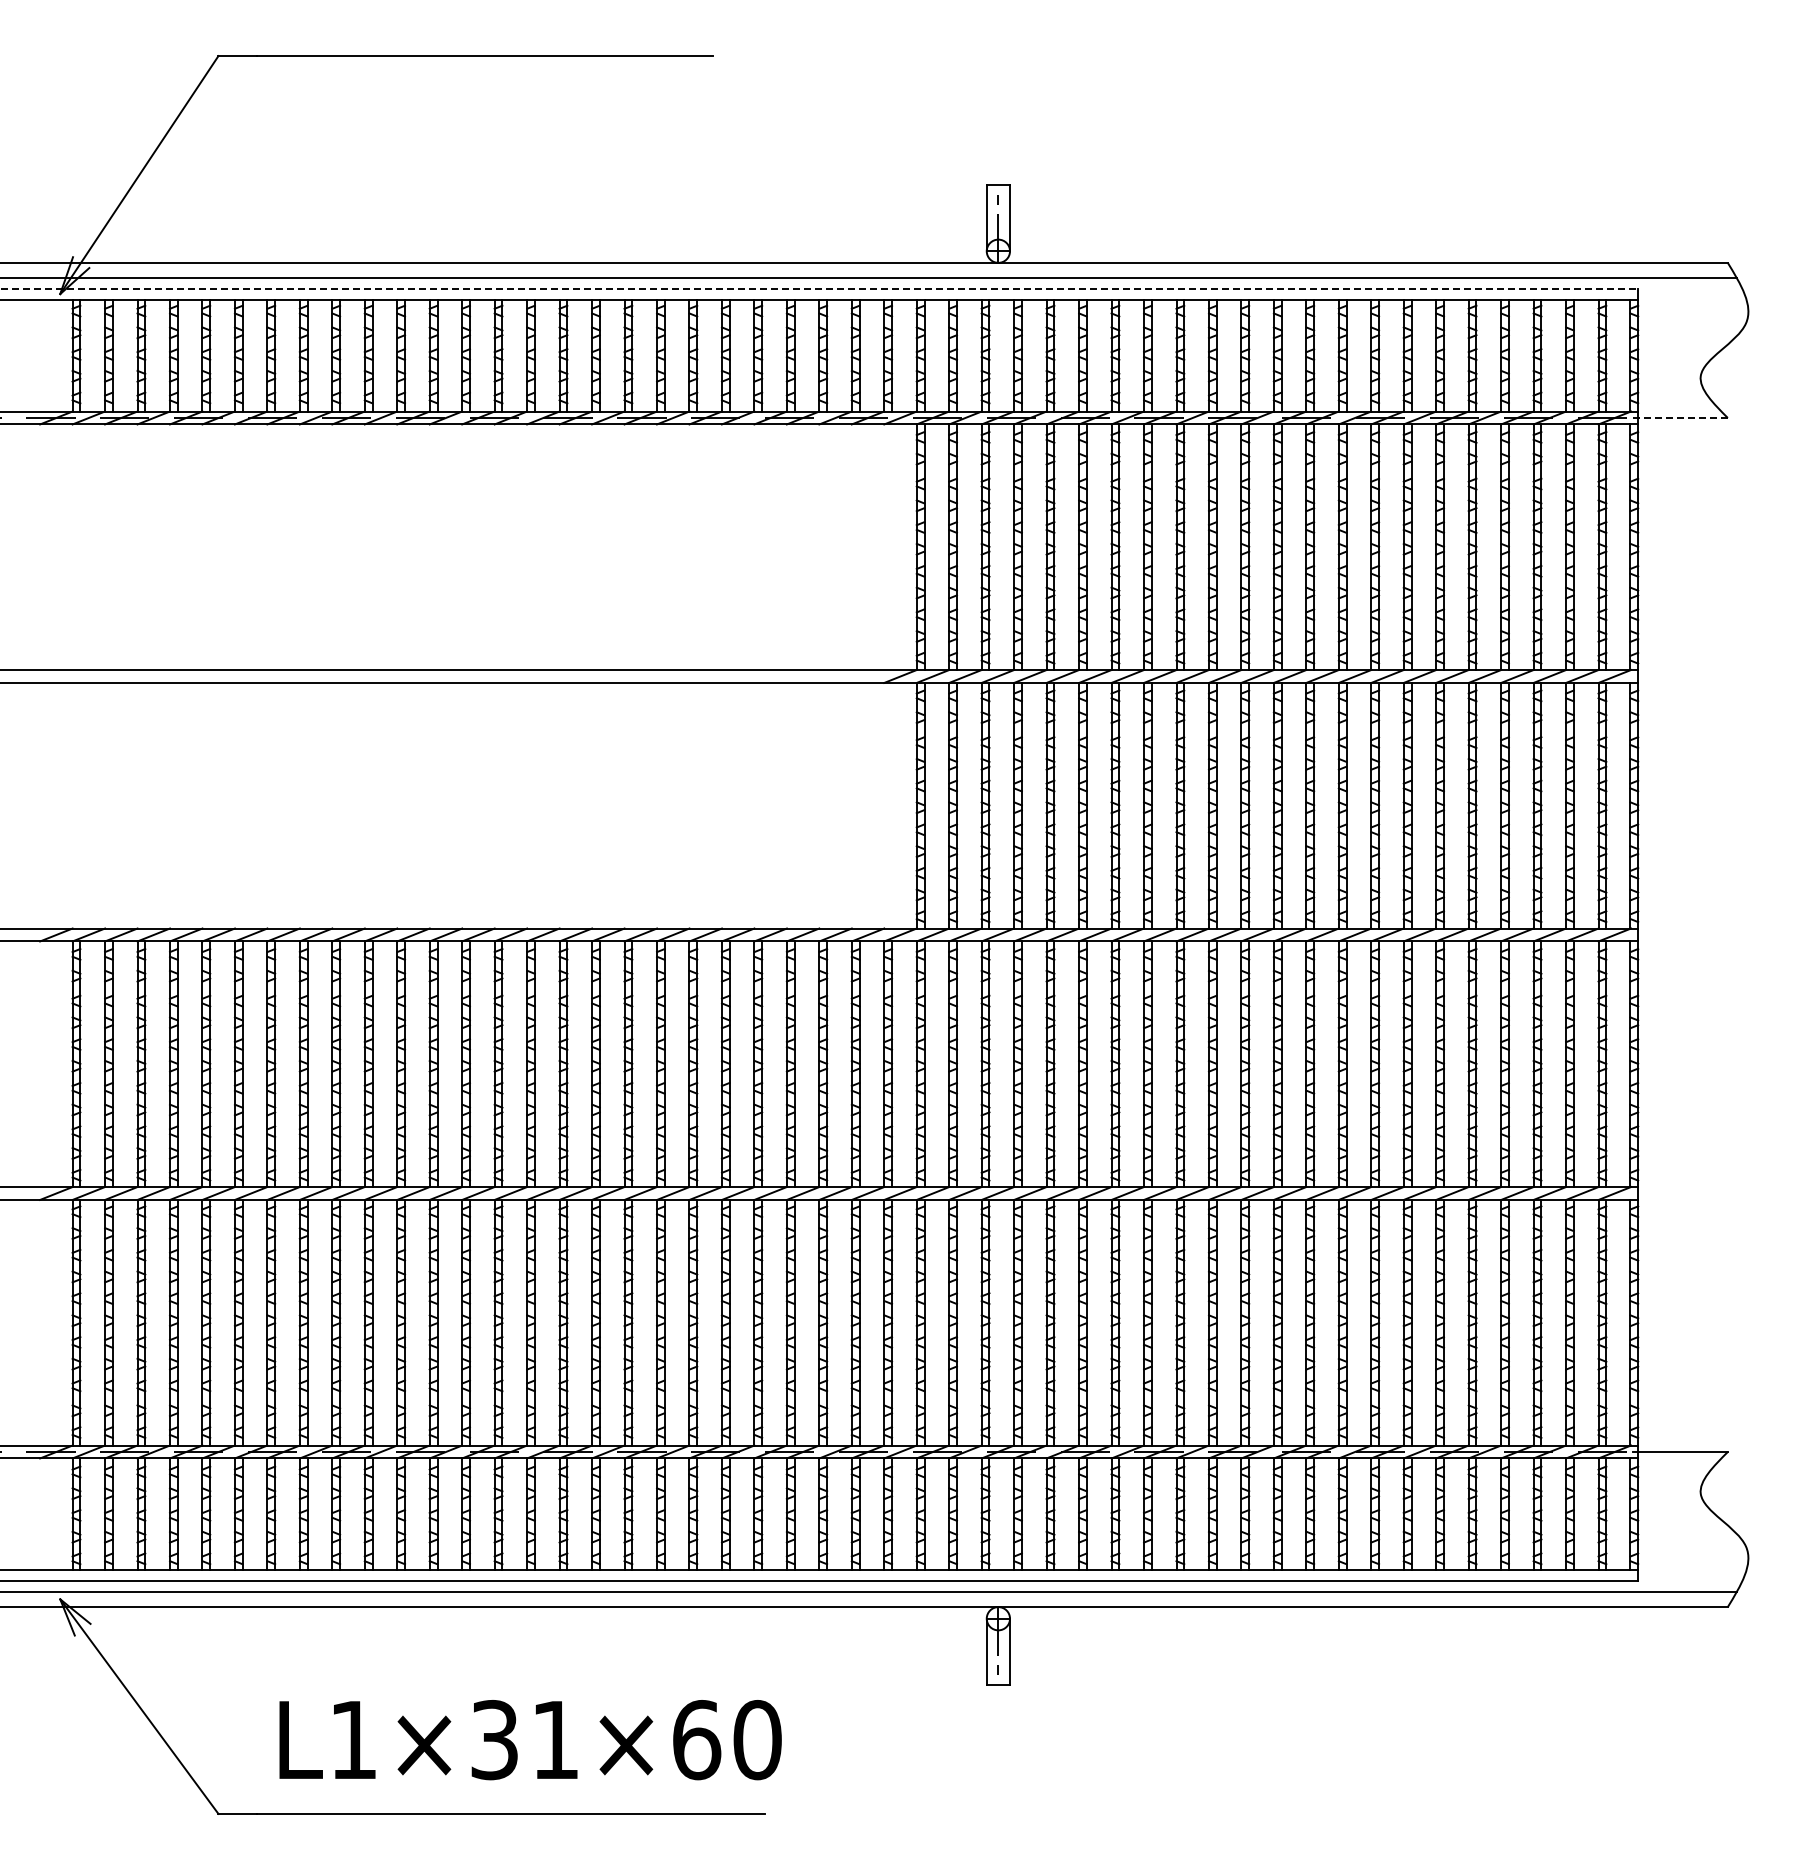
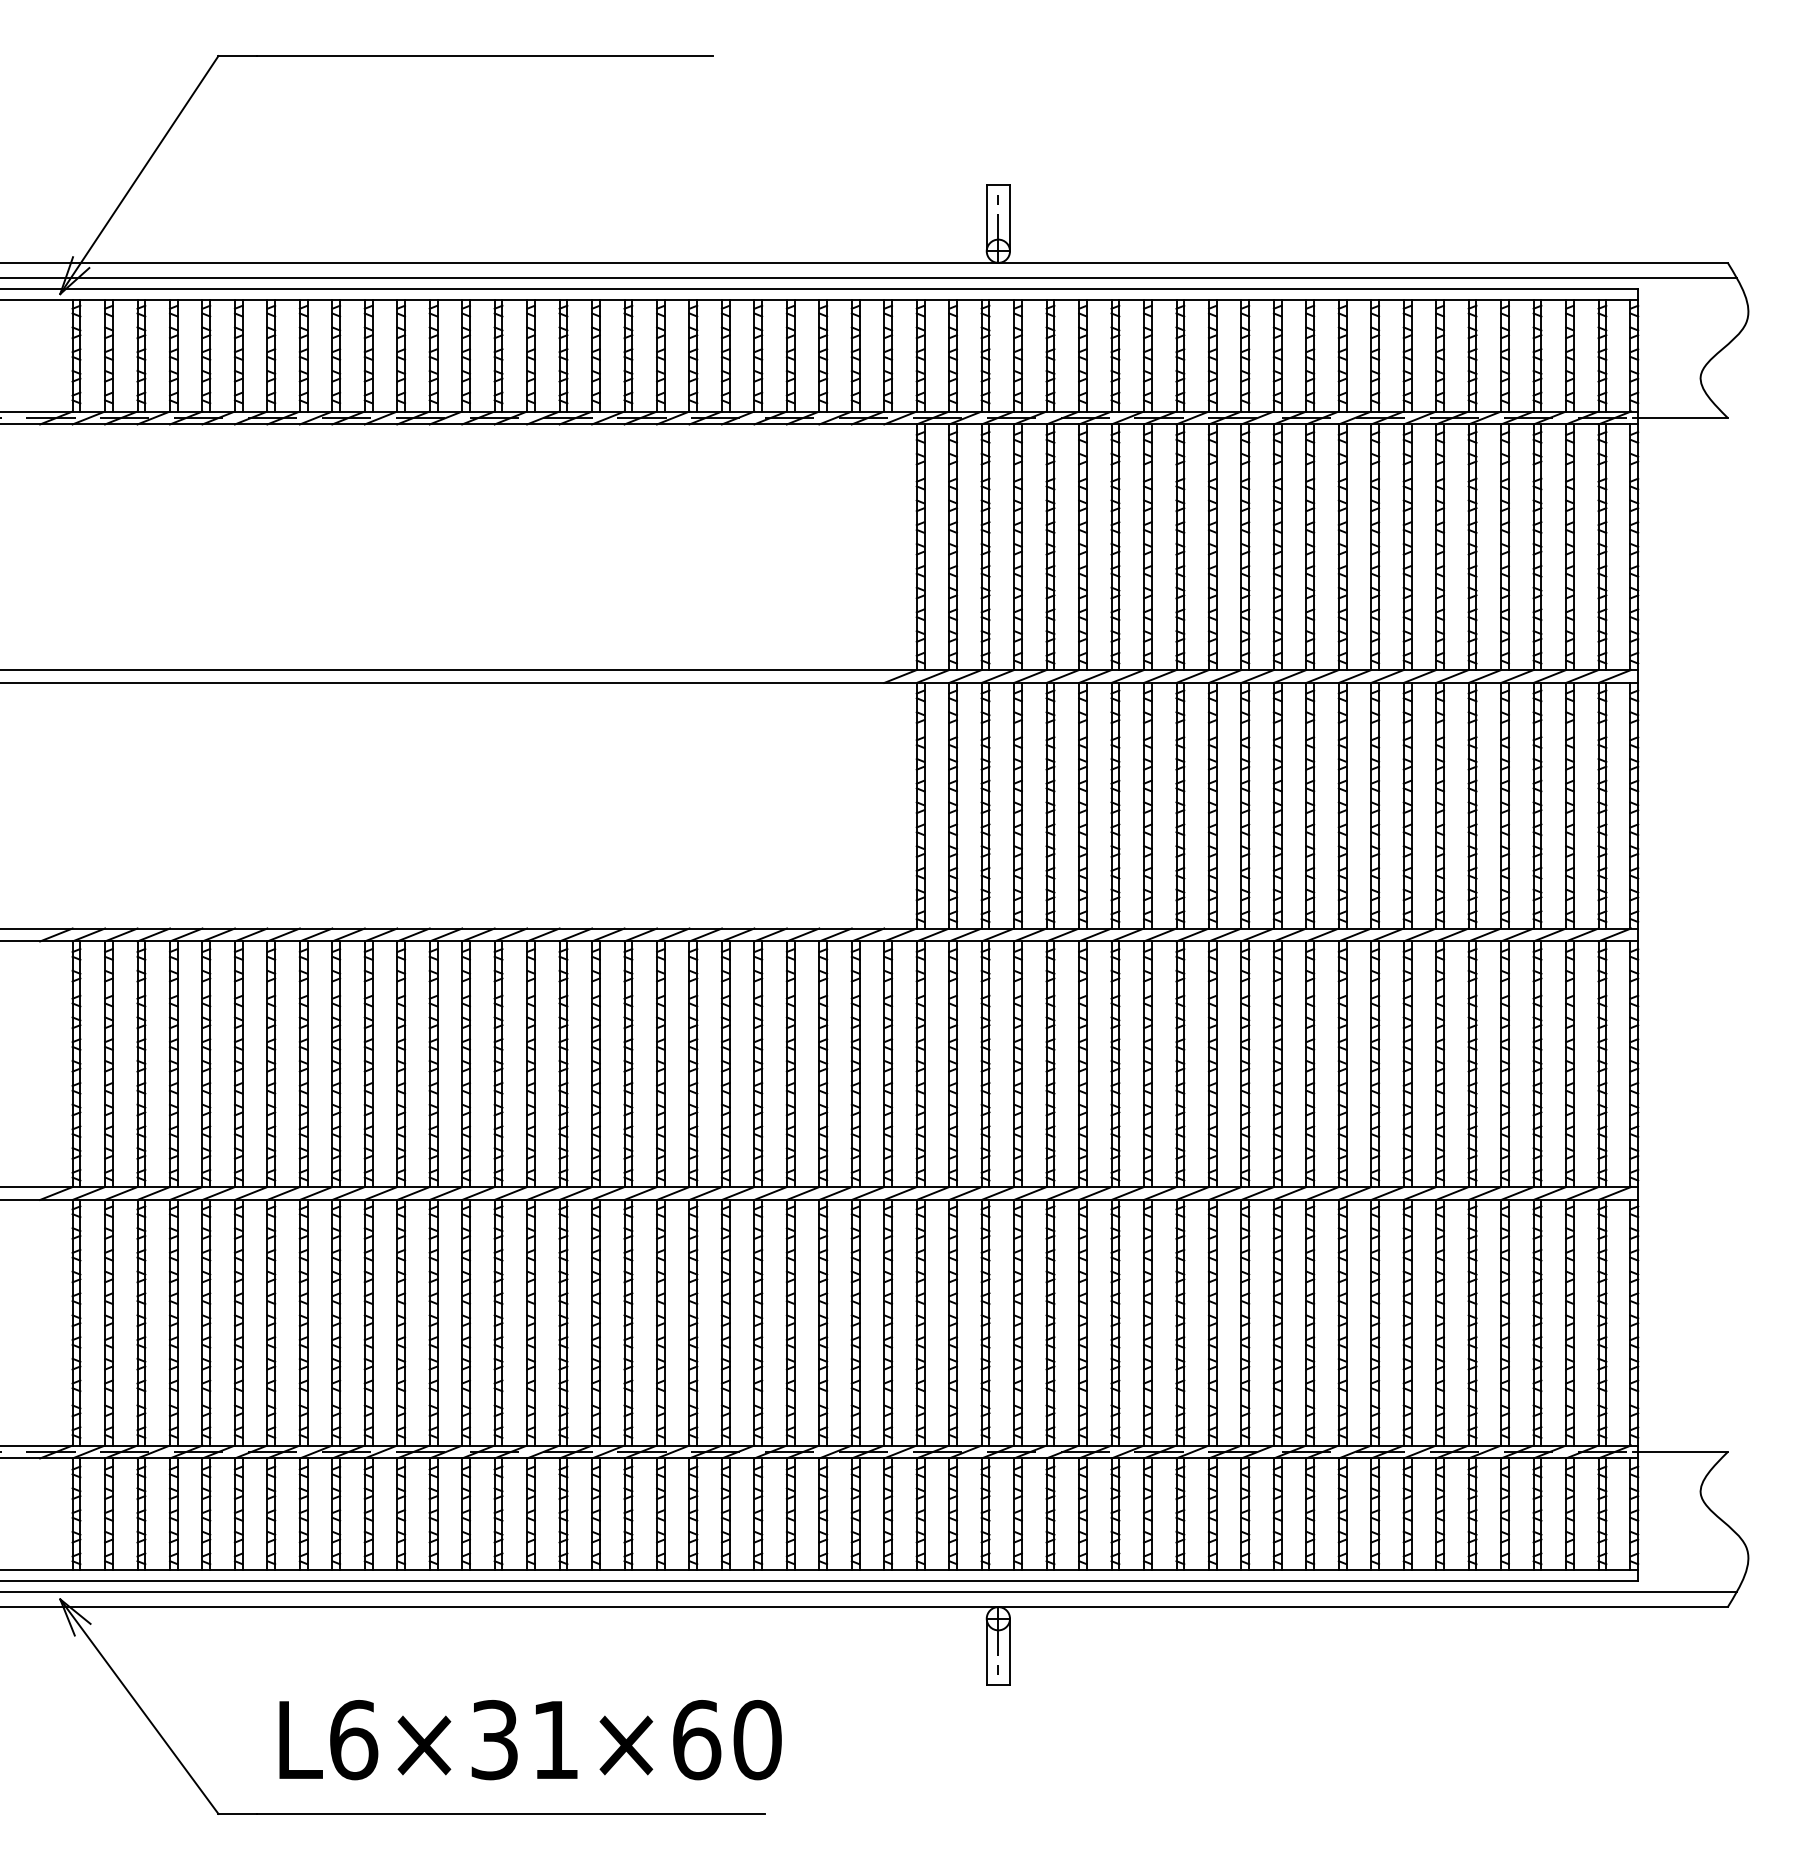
line at (819, 288): dashed -> solid
line at (1679, 417): dashed -> solid
text at (354, 1740): L1×31×60 -> L6×31×60
